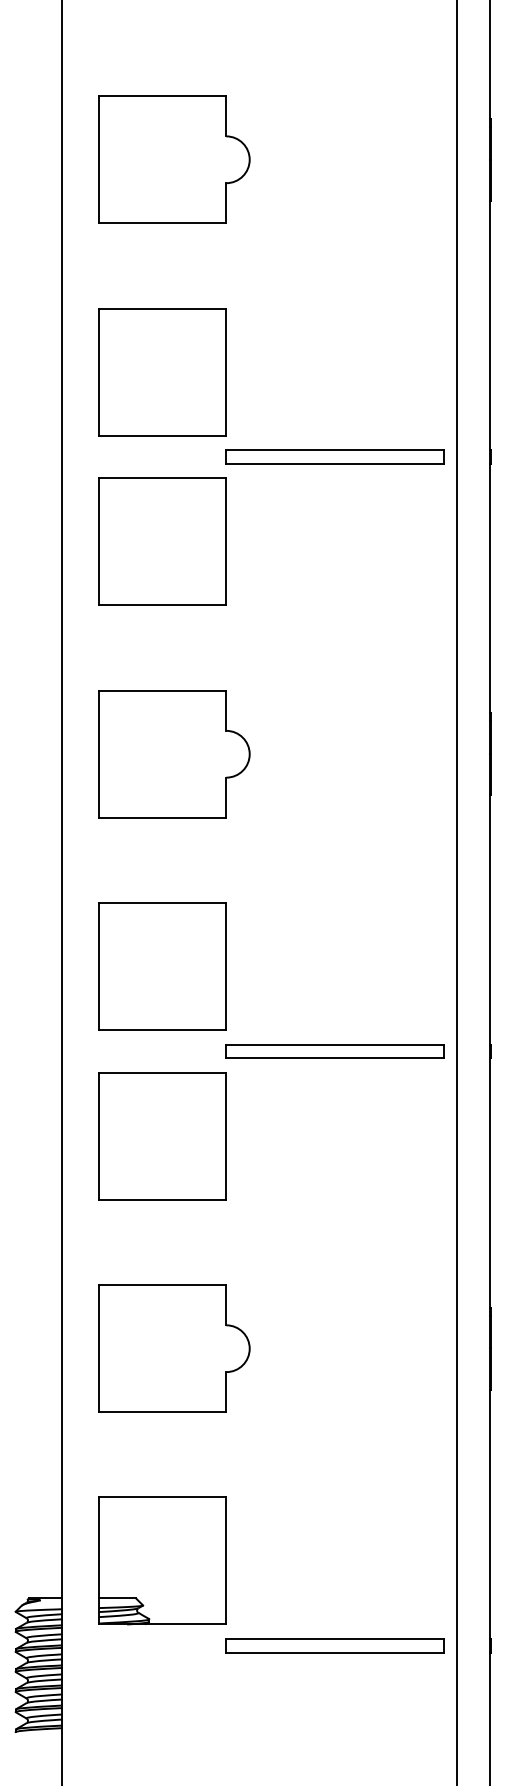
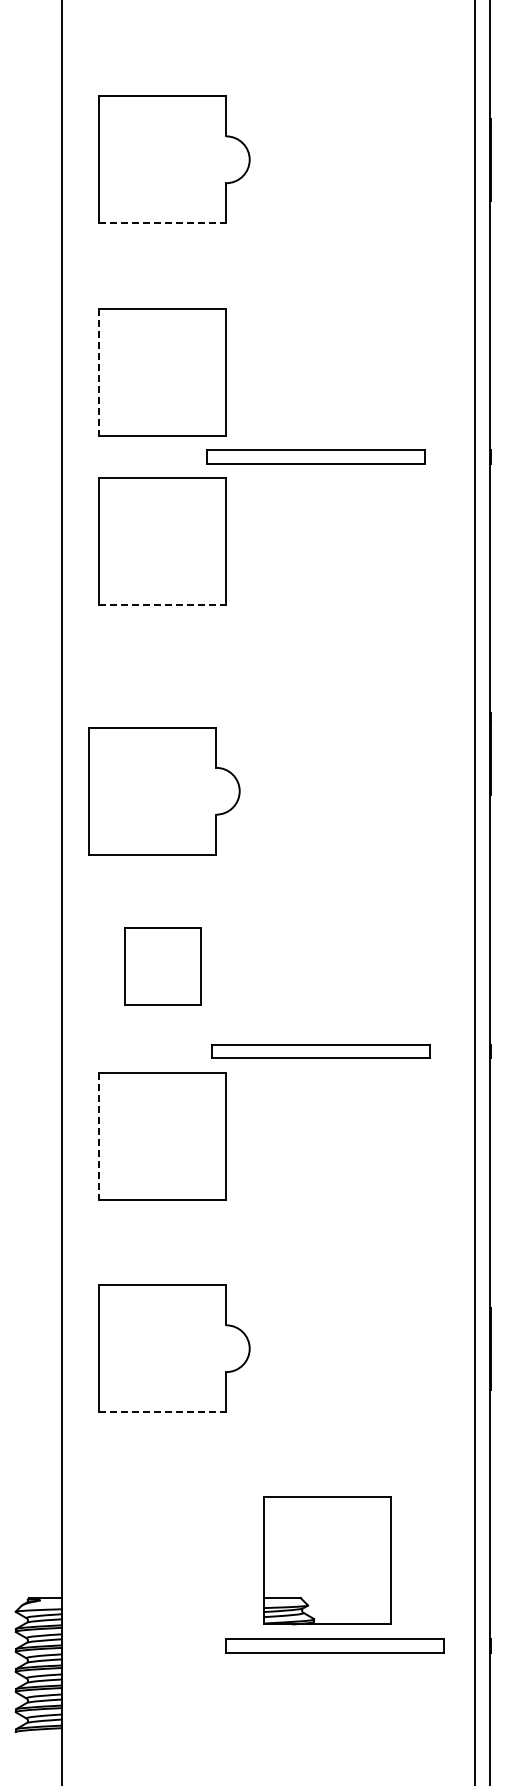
line at (162, 223): solid -> dashed
line at (99, 372): solid -> dashed
part at (334, 456) position: (334, 456) -> (315, 456)
line at (162, 605): solid -> dashed
part at (174, 754) position: (174, 754) -> (164, 791)
line at (457, 892) position: (457, 892) -> (475, 892)
part at (162, 966) size: 129x129 px -> 78x79 px
part at (334, 1051) position: (334, 1051) -> (320, 1051)
line at (99, 1136): solid -> dashed
line at (162, 1412): solid -> dashed
part at (162, 1560) position: (162, 1560) -> (327, 1560)
